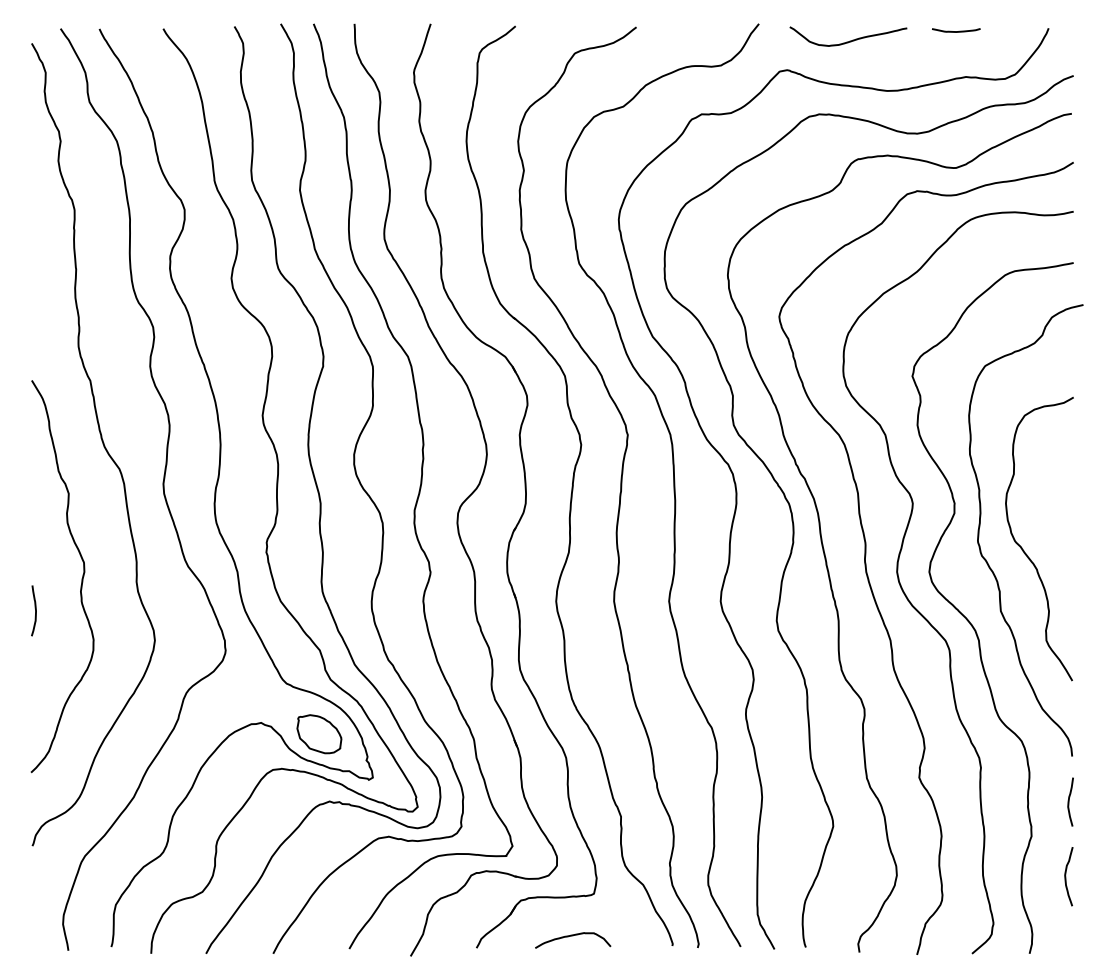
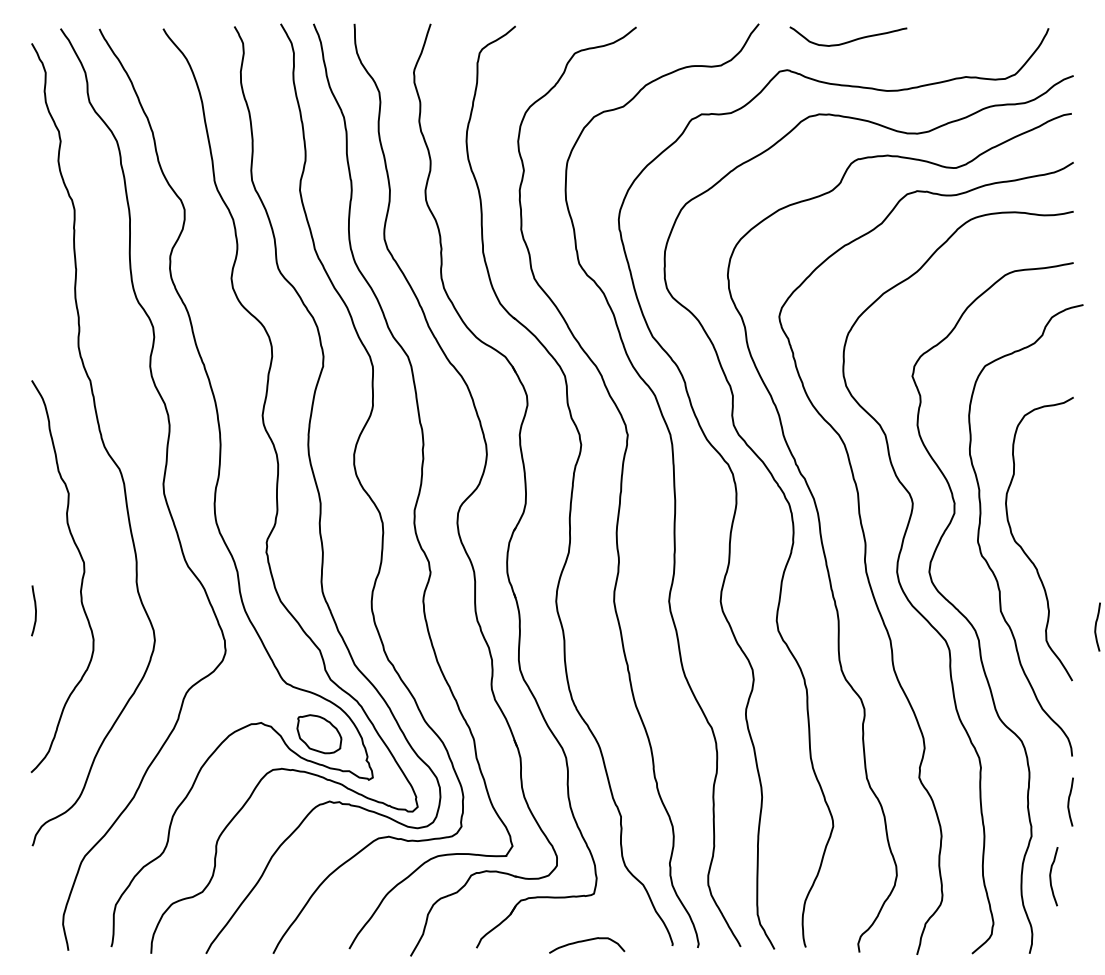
curve at (956, 31): present -> none
curve at (1096, 626): none -> present
curve at (1066, 876) position: (1066, 876) -> (1051, 876)
curve at (573, 936) position: (573, 936) -> (587, 941)
